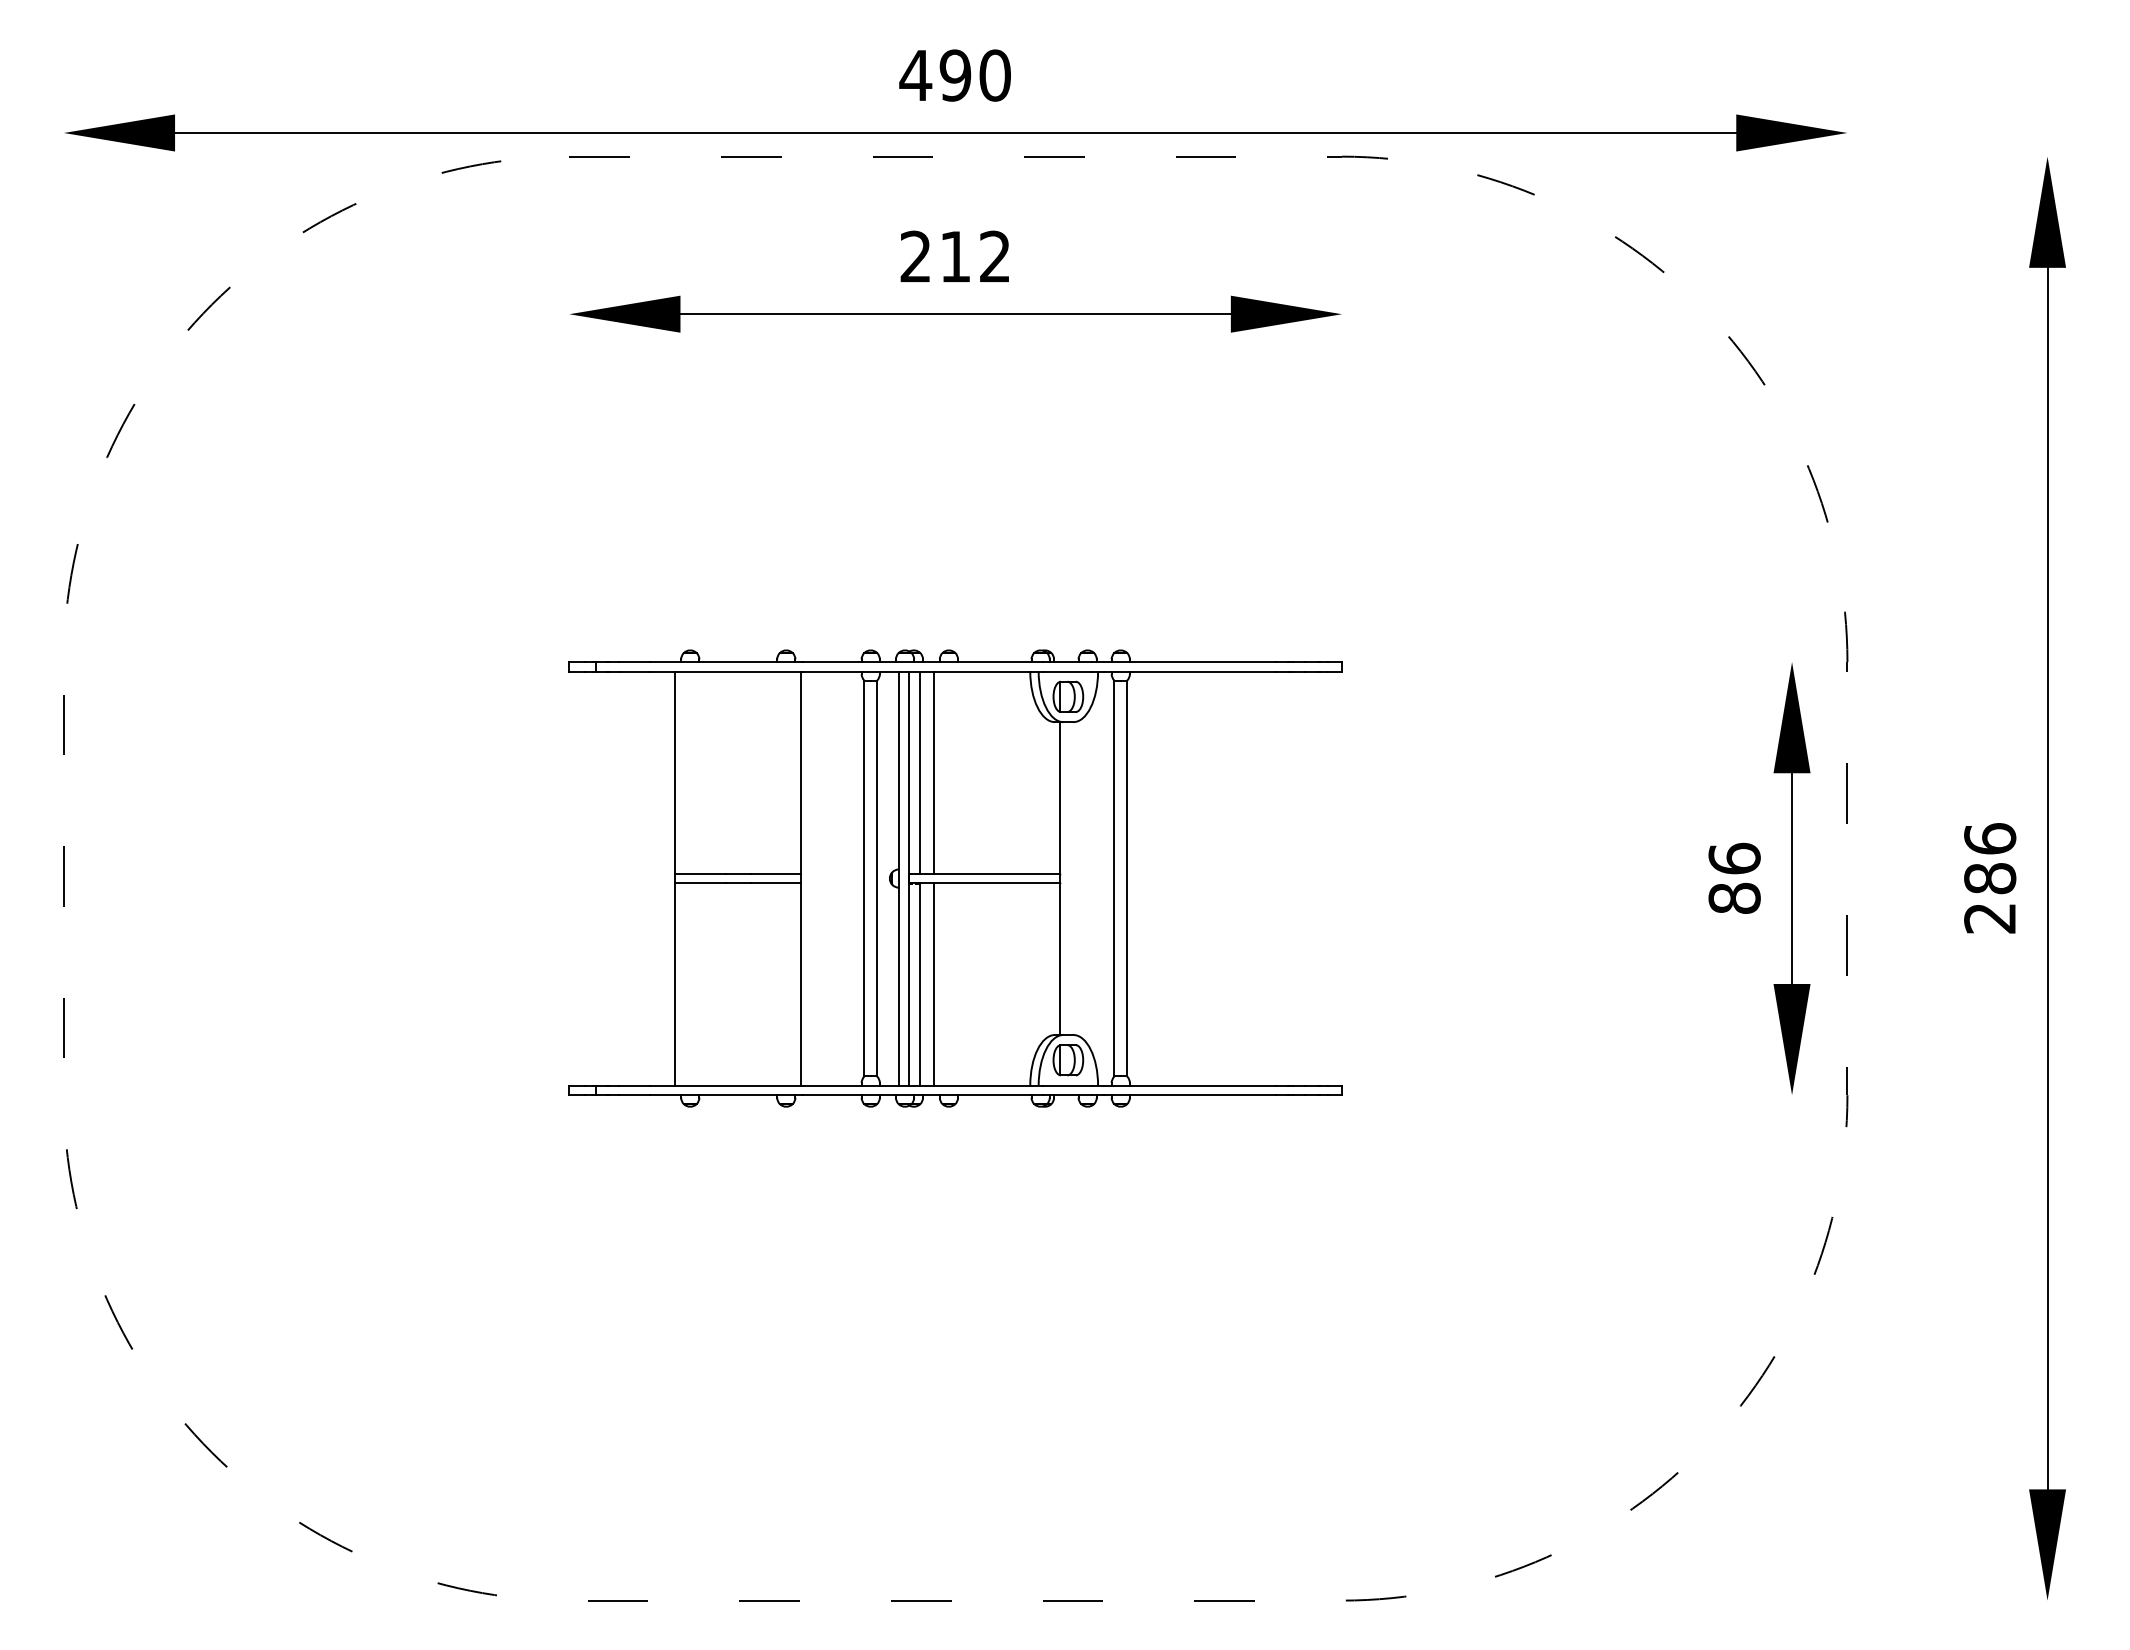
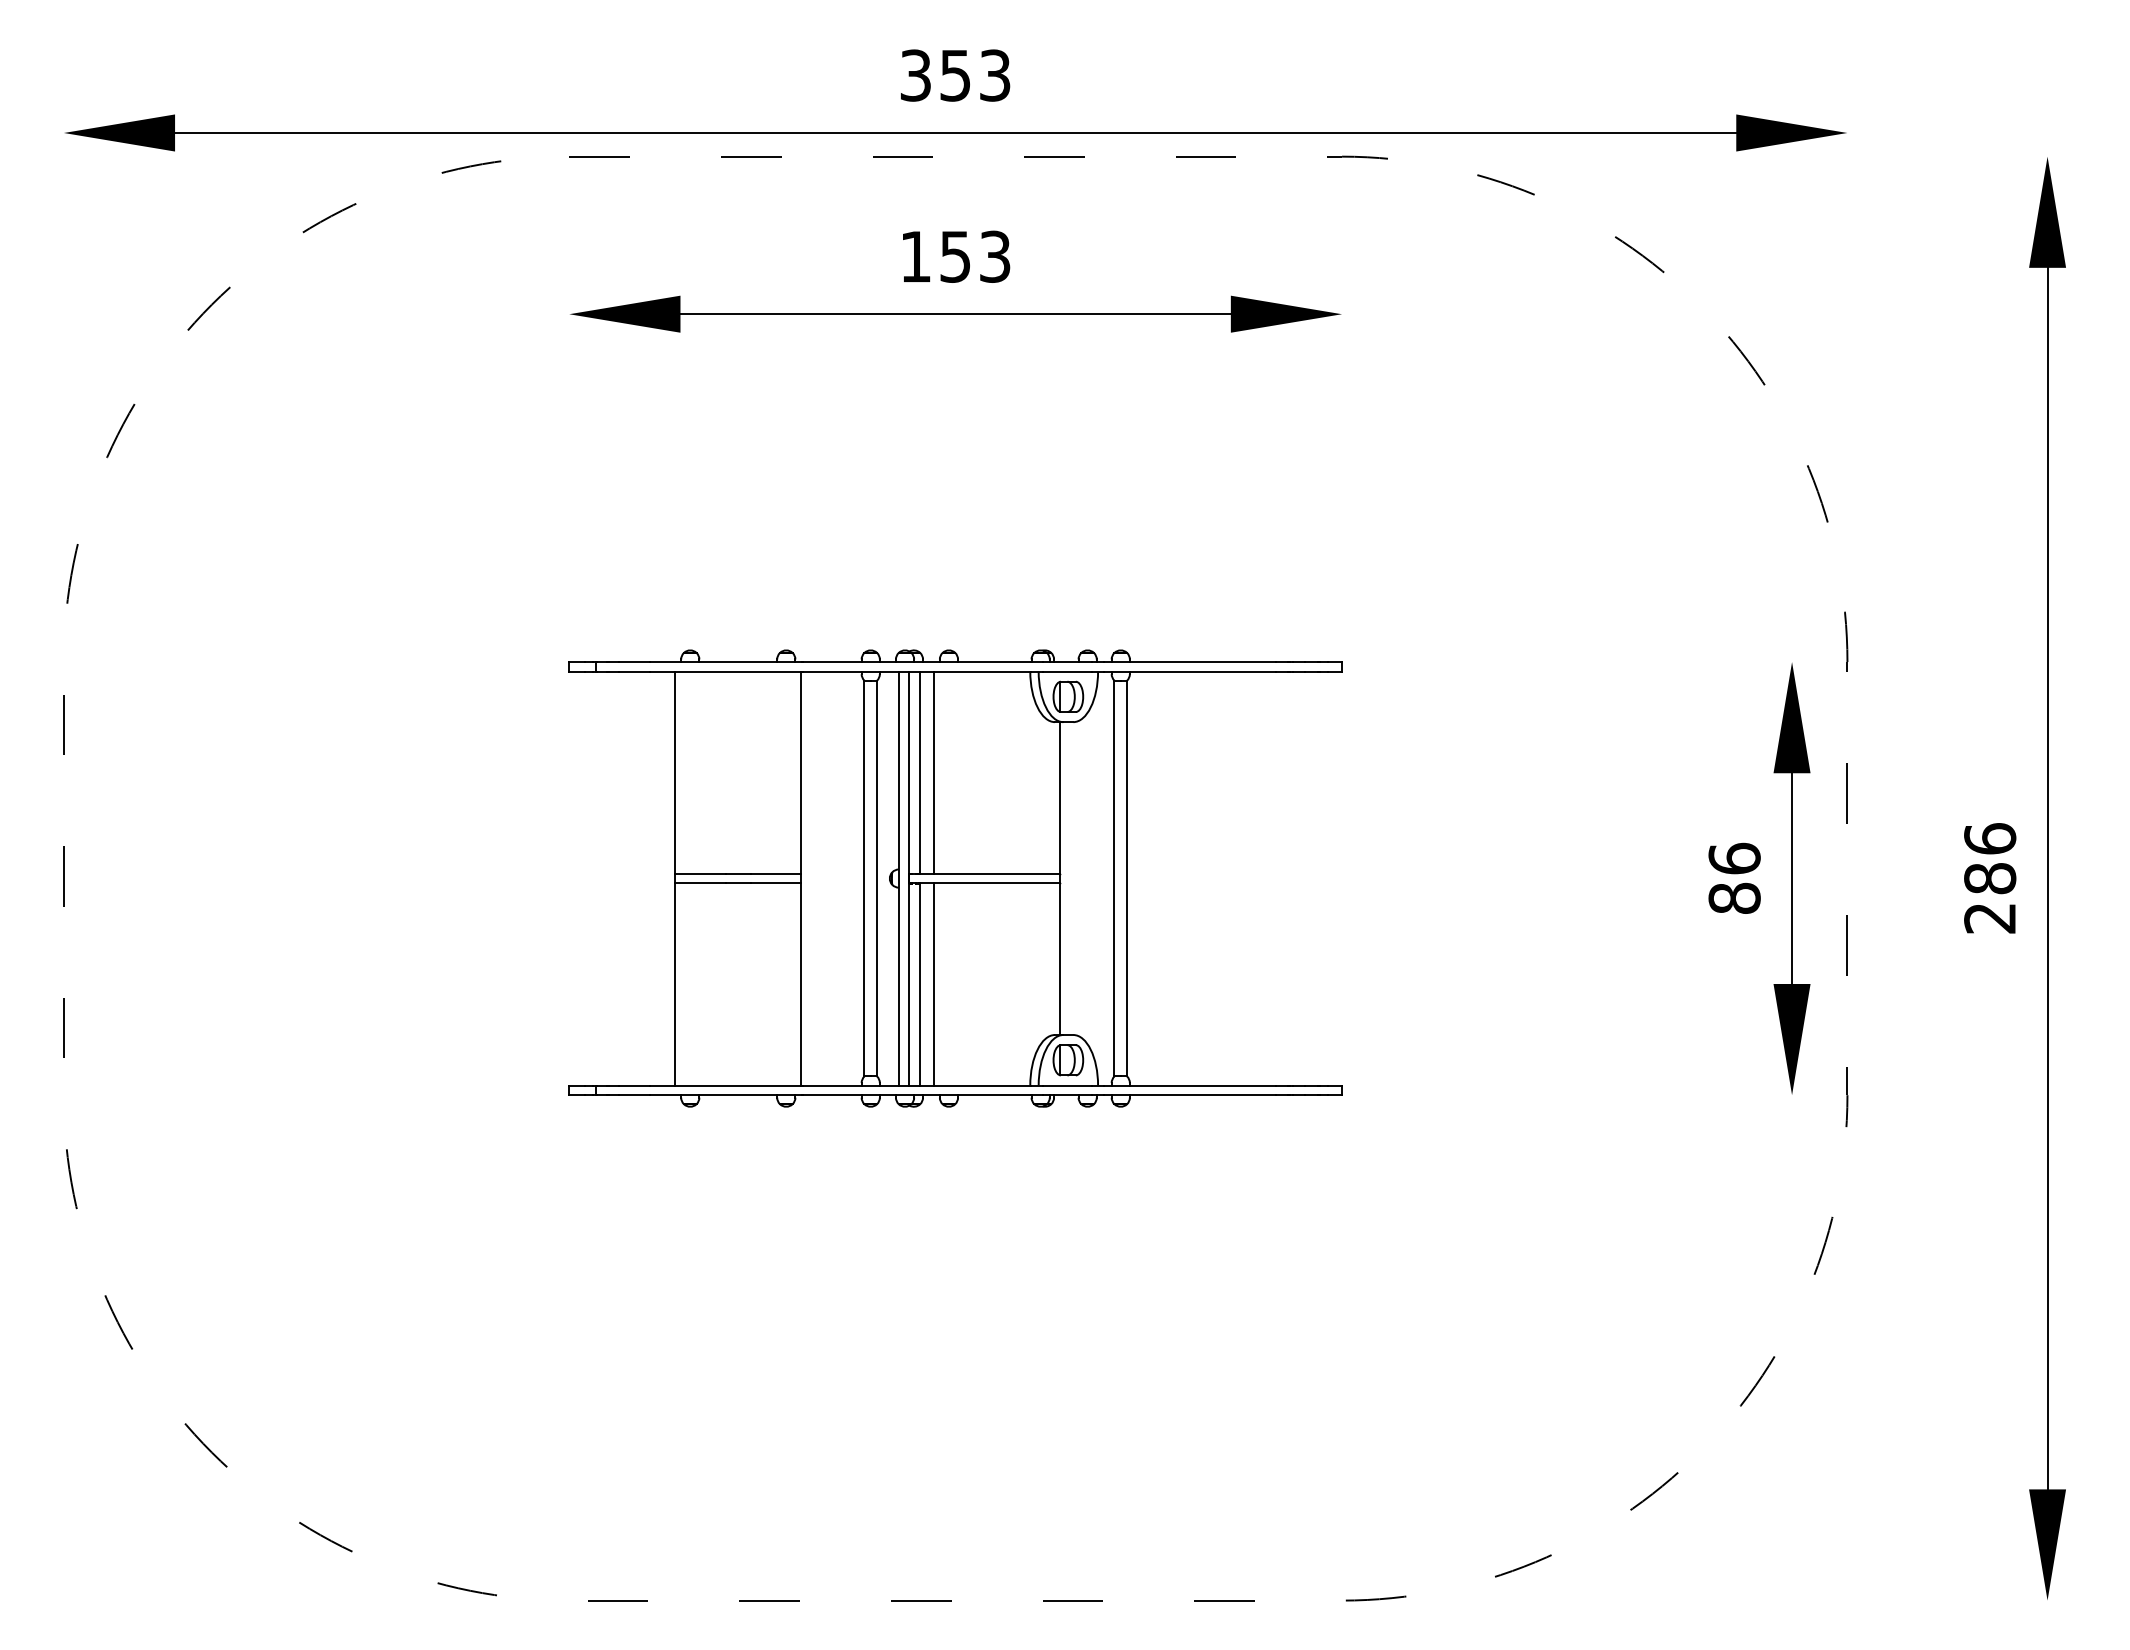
text at (954, 75): 490 -> 353
text at (955, 256): 212 -> 153
